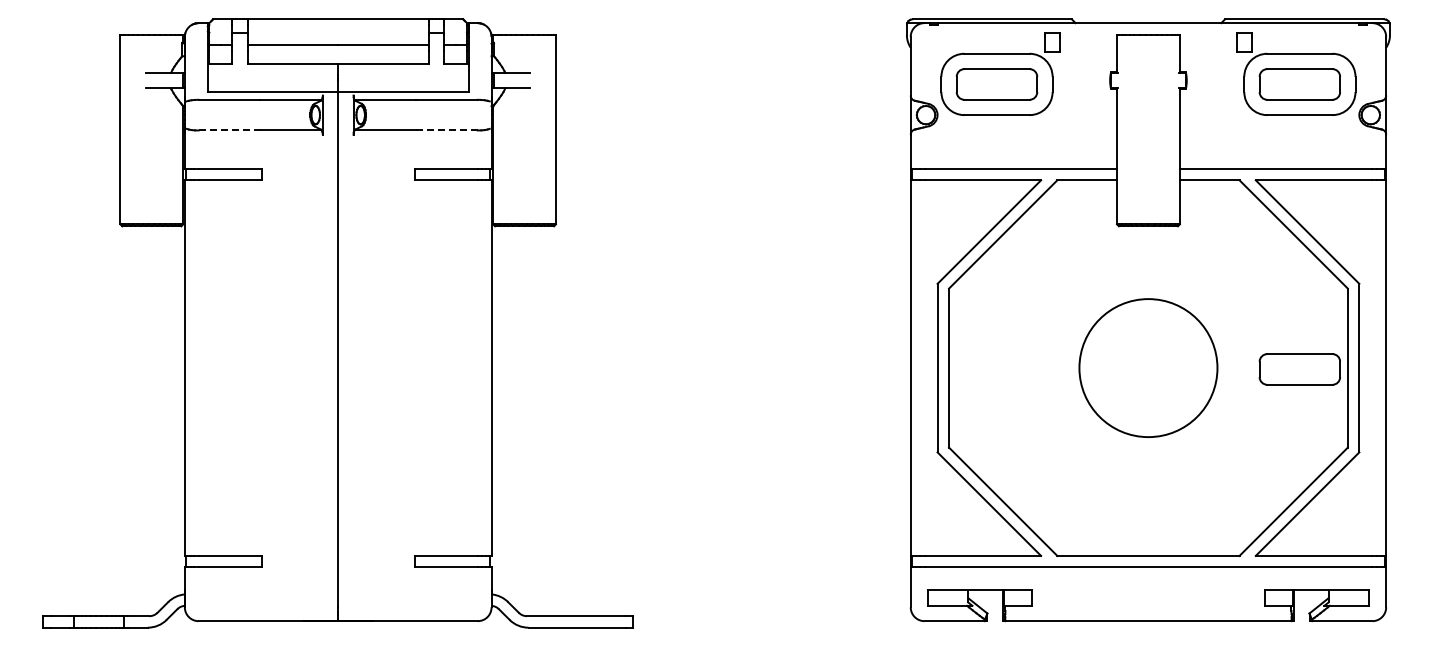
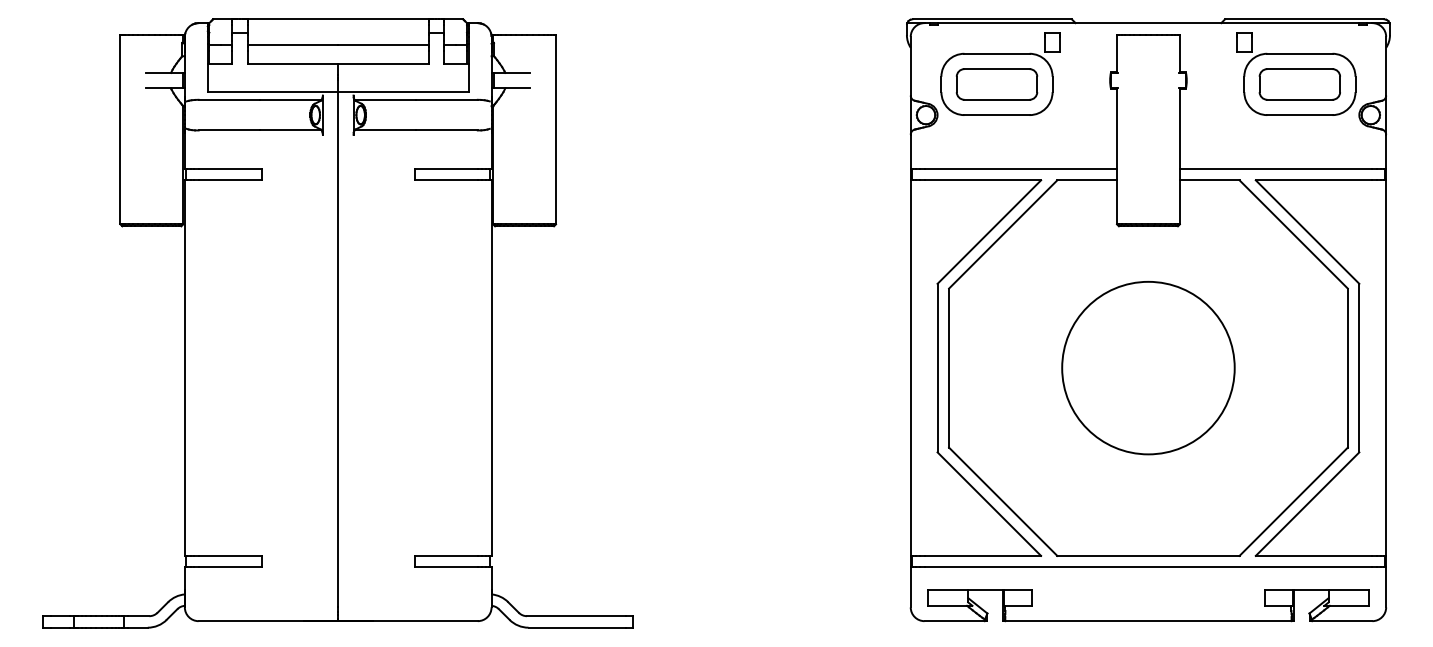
line at (229, 130): dashed -> solid
line at (446, 130): dashed -> solid
circle at (1148, 368) diameter: 138 px -> 173 px
part at (1299, 369): present -> none
